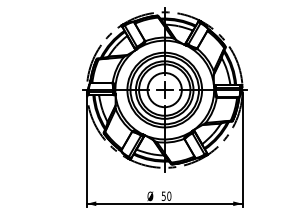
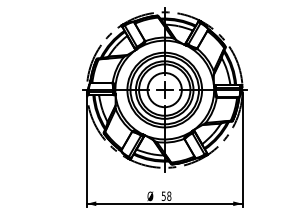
text at (169, 195): 50 -> 58
